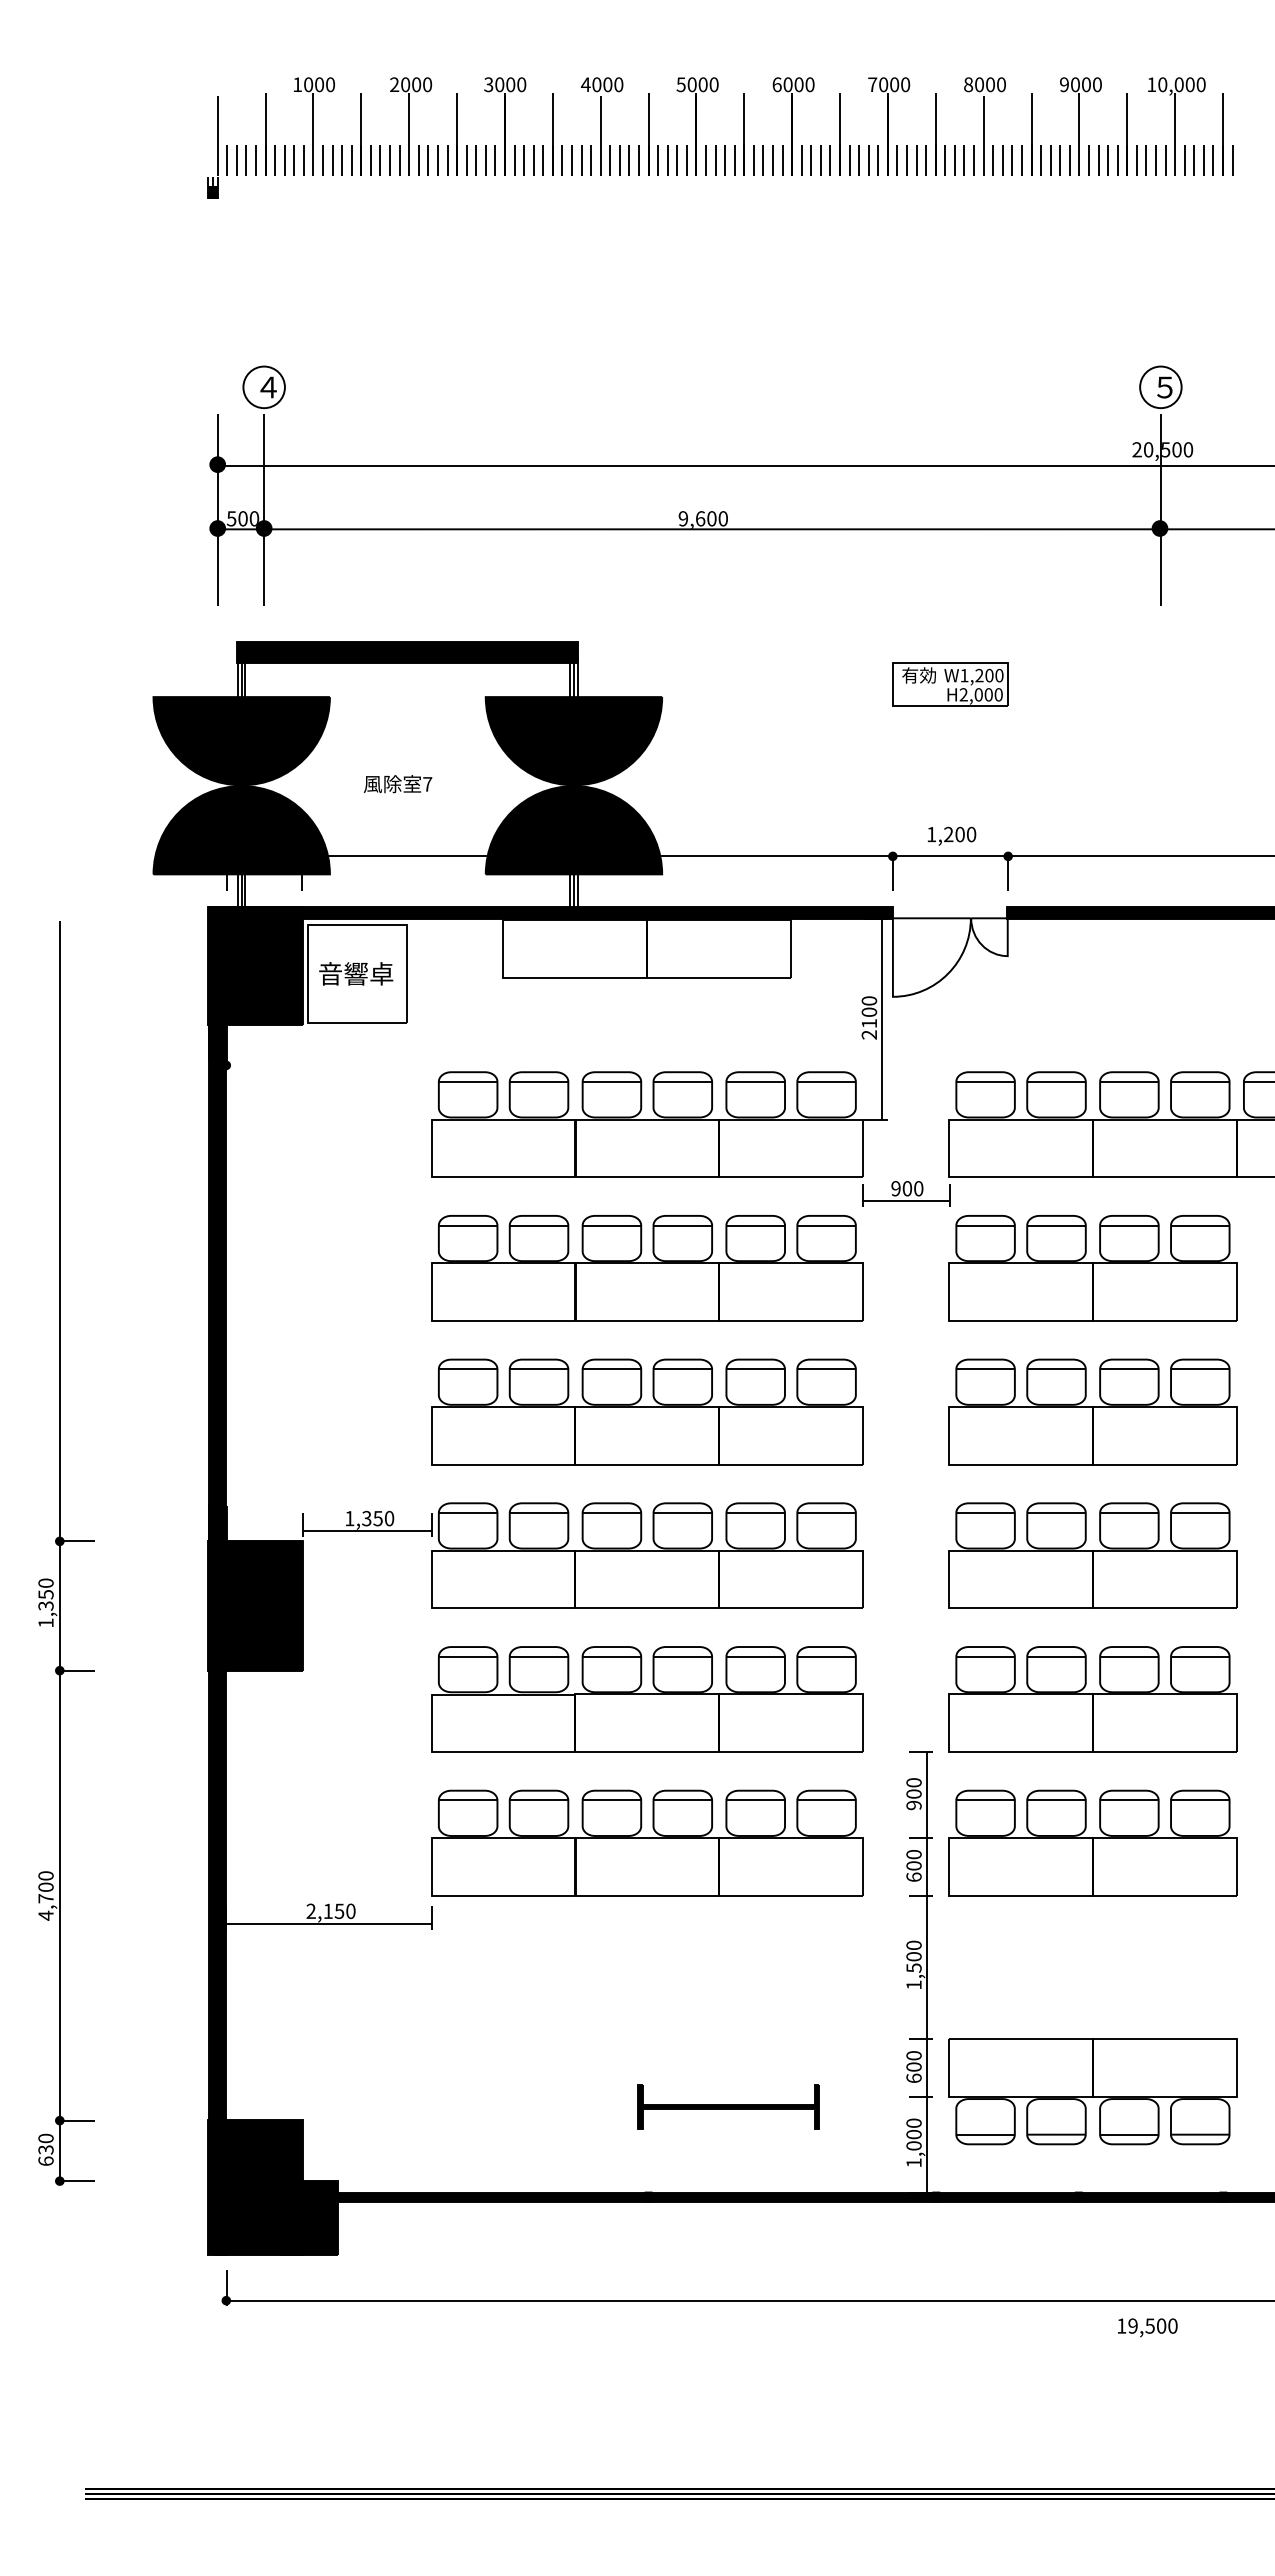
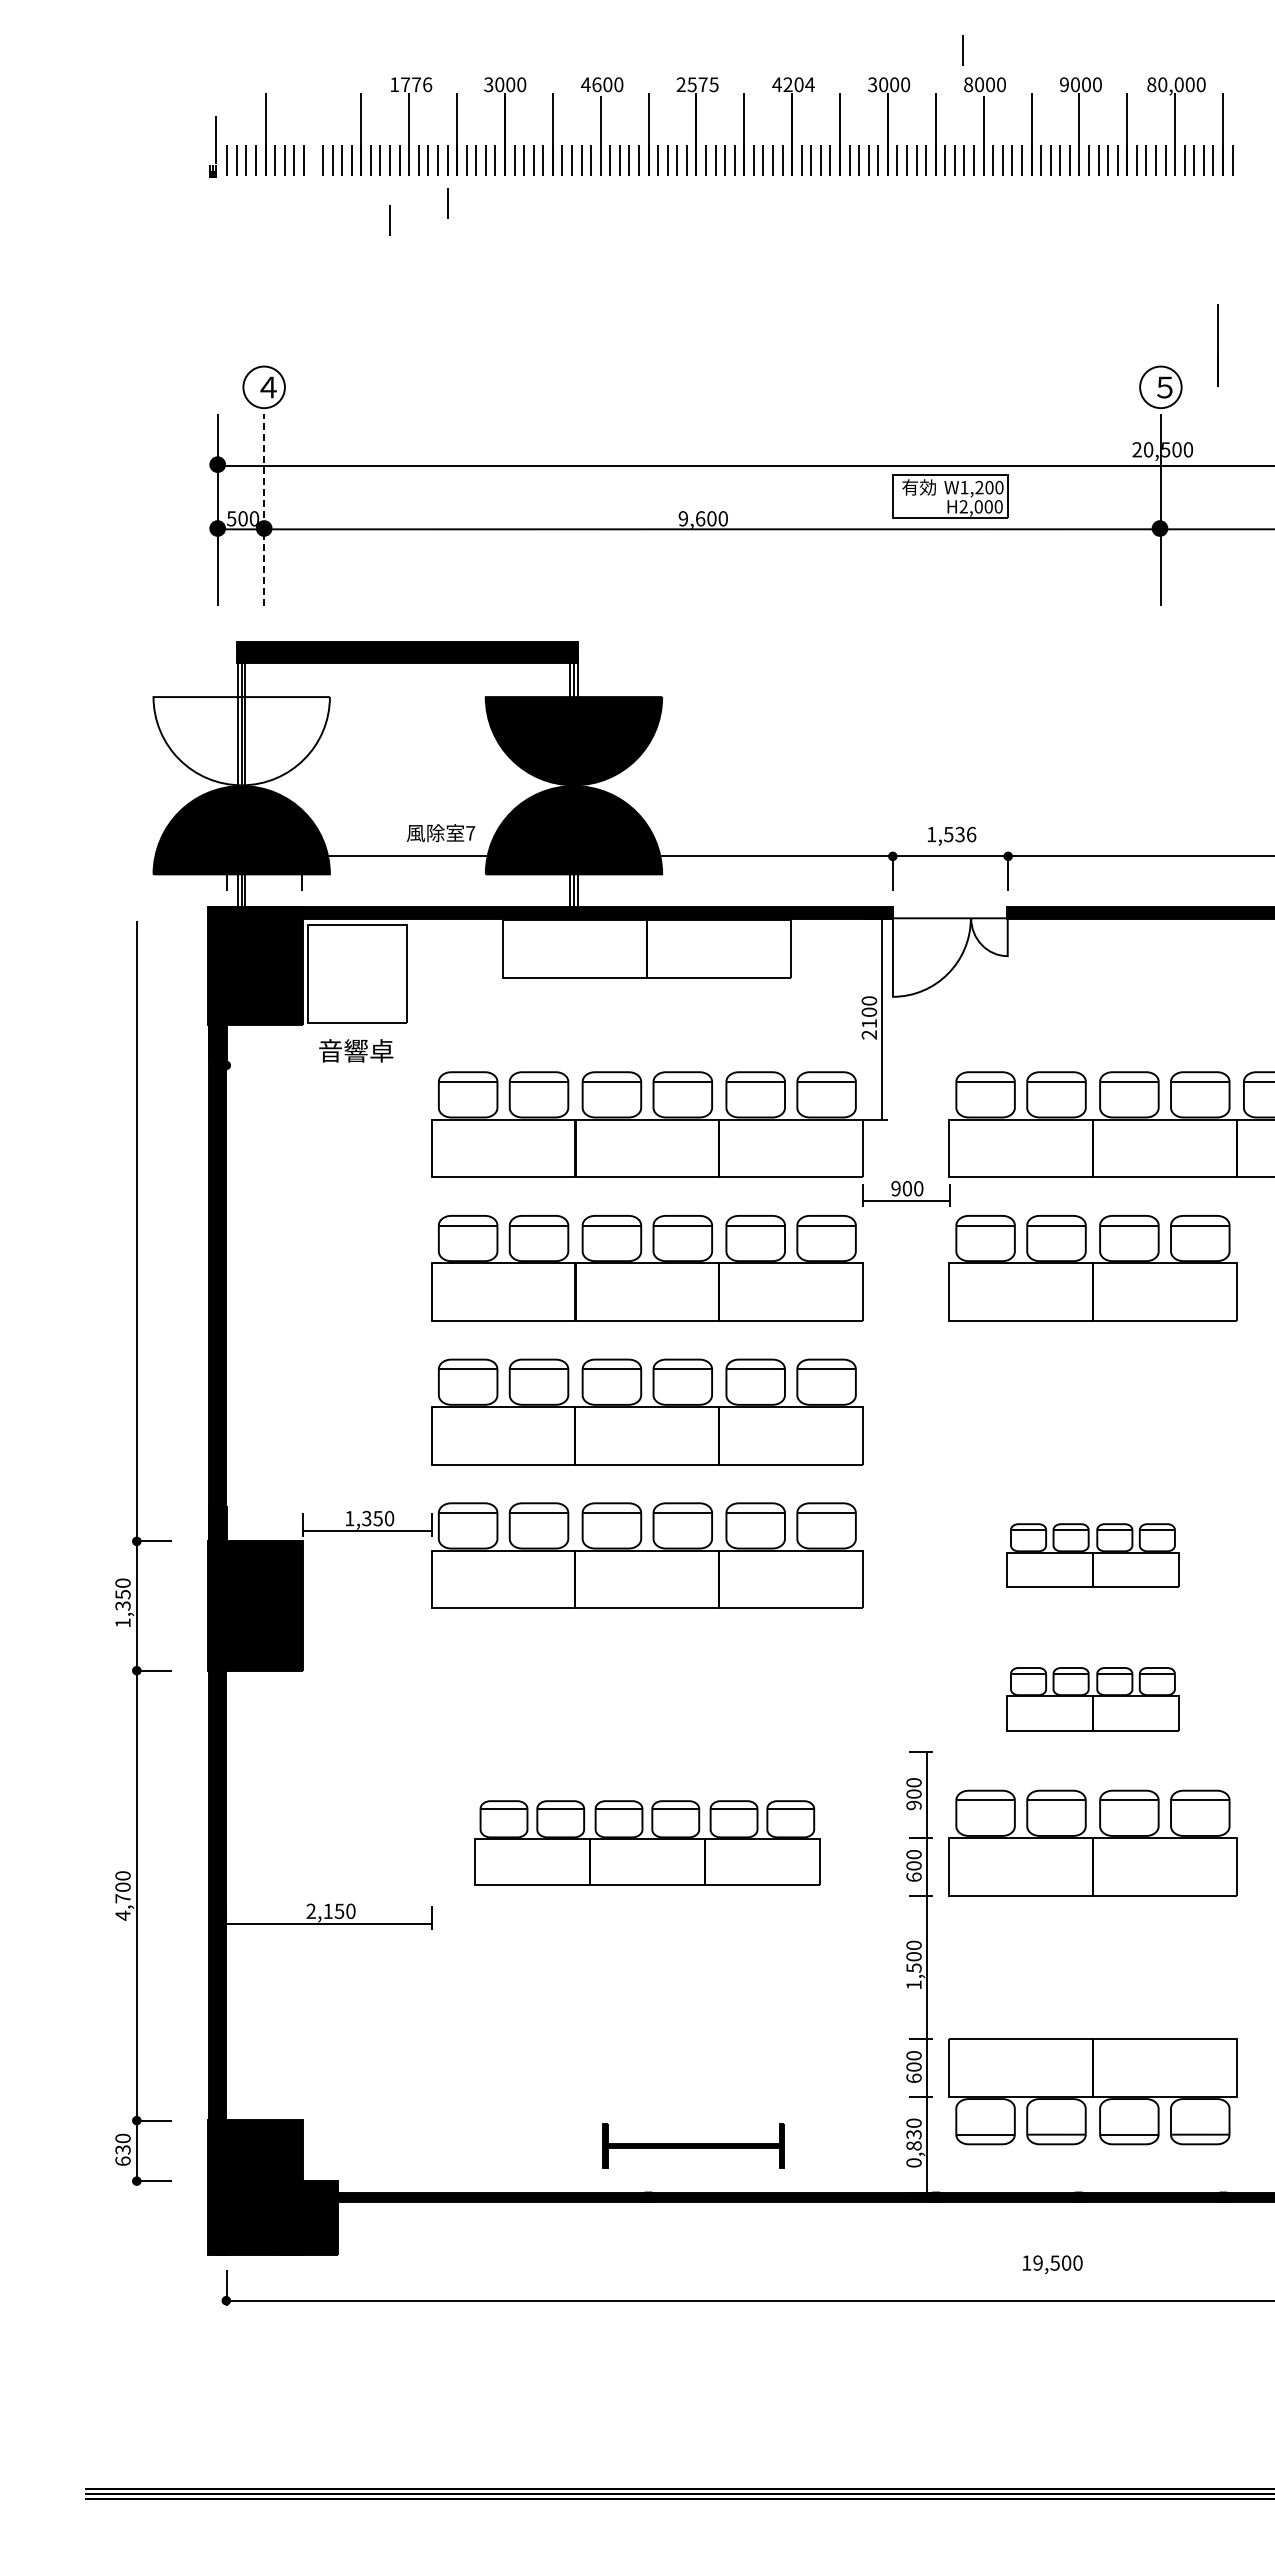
line at (962, 50): none -> present
text at (411, 84): 2000 -> 1776
text at (596, 84): 4000 -> 4600
text at (697, 84): 5000 -> 2575
text at (793, 84): 6000 -> 4204
text at (872, 84): 7000 -> 3000
text at (1151, 84): 10,000 -> 80,000
part at (314, 126): present -> none
part at (212, 147) size: 12x103 px -> 8x62 px
line at (447, 203): none -> present
line at (389, 220): none -> present
line at (1217, 345): none -> present
line at (264, 510): solid -> dashed
part at (950, 684) position: (950, 684) -> (950, 496)
fill at (241, 741): present -> none
text at (397, 784) position: (397, 784) -> (440, 833)
text at (959, 834): 1,200 -> 1,536
text at (356, 973) position: (356, 973) -> (356, 1050)
part at (1092, 1411): present -> none
part at (66, 1553) position: (66, 1553) -> (143, 1553)
part at (1092, 1555) size: 290x107 px -> 174x65 px
part at (647, 1699): present -> none
part at (1092, 1699) size: 290x107 px -> 174x65 px
part at (647, 1842) size: 433x108 px -> 347x86 px
part at (728, 2106) position: (728, 2106) -> (693, 2145)
text at (913, 2148): 1,000 -> 0,830
text at (1147, 2327) position: (1147, 2327) -> (1052, 2264)
